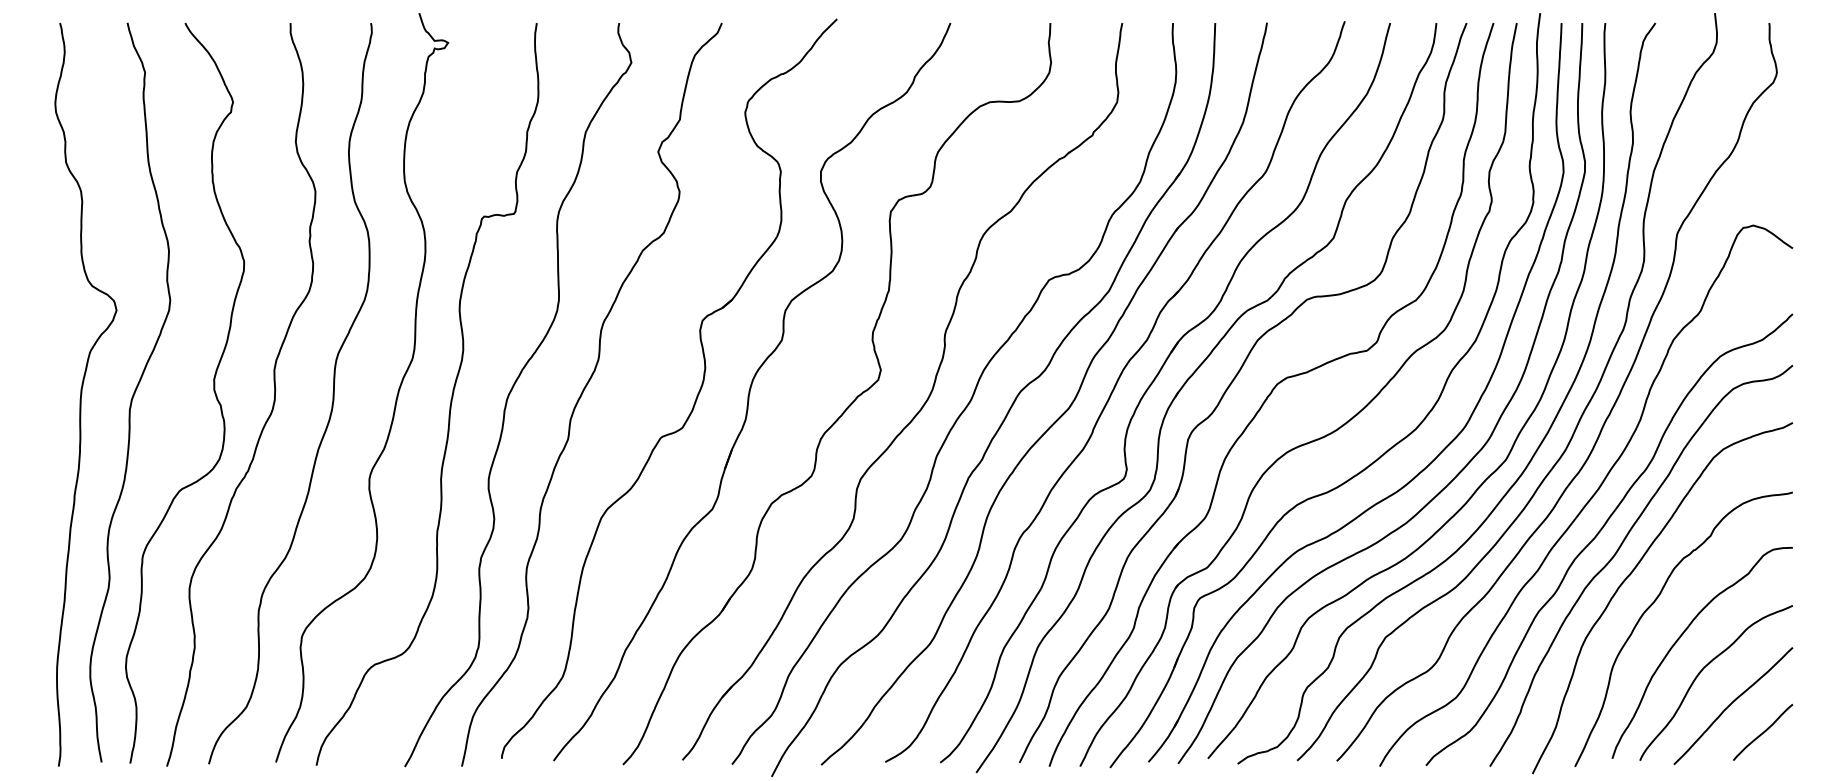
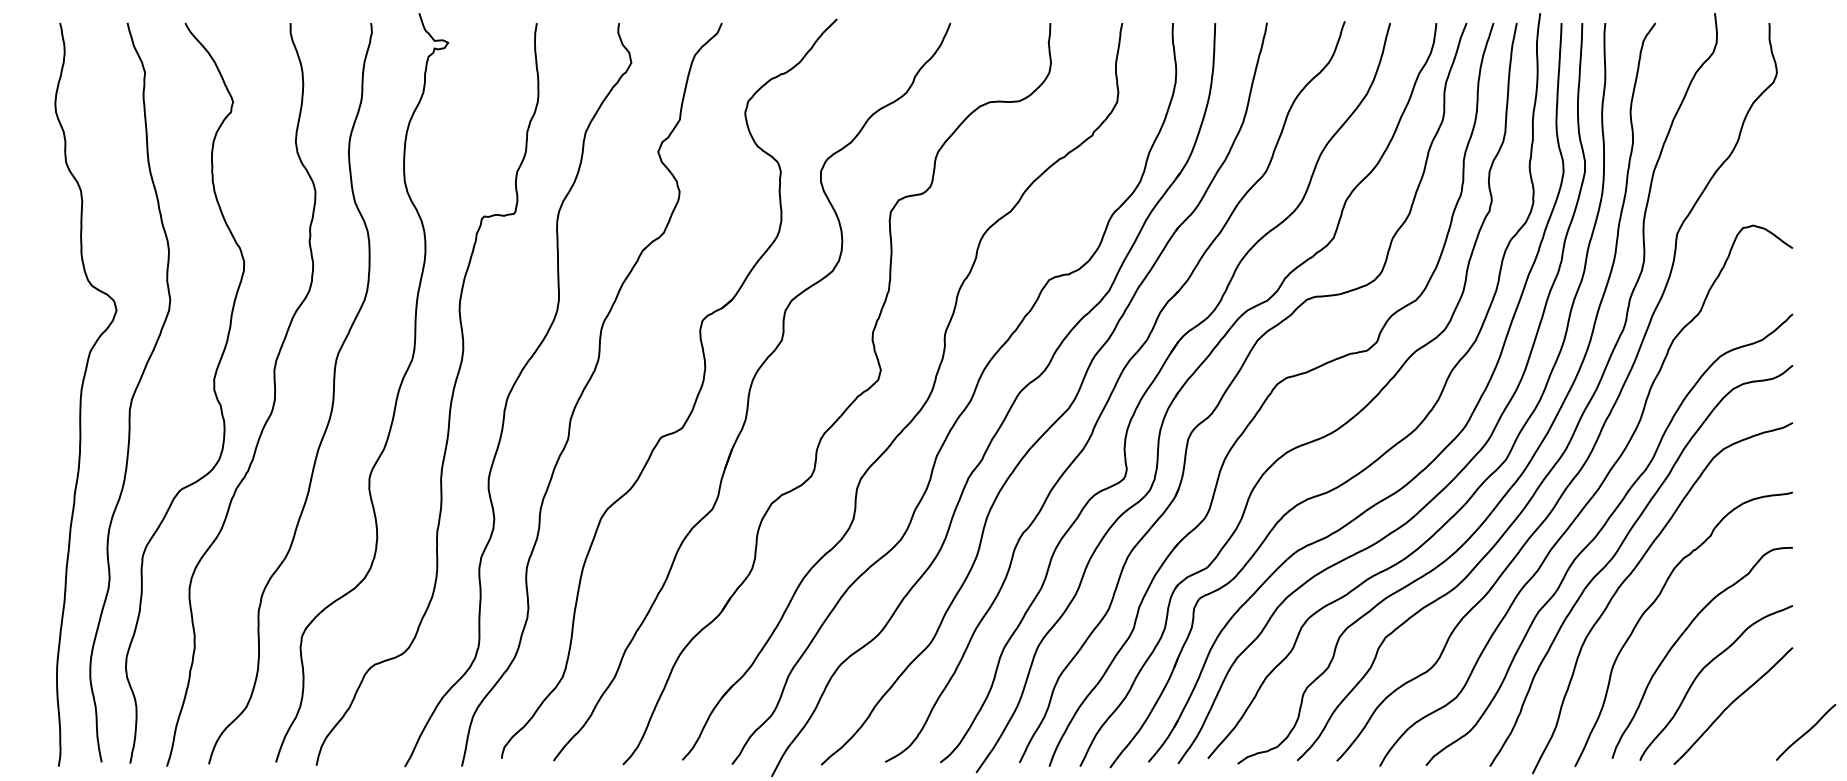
curve at (1763, 732) position: (1763, 732) -> (1806, 732)
